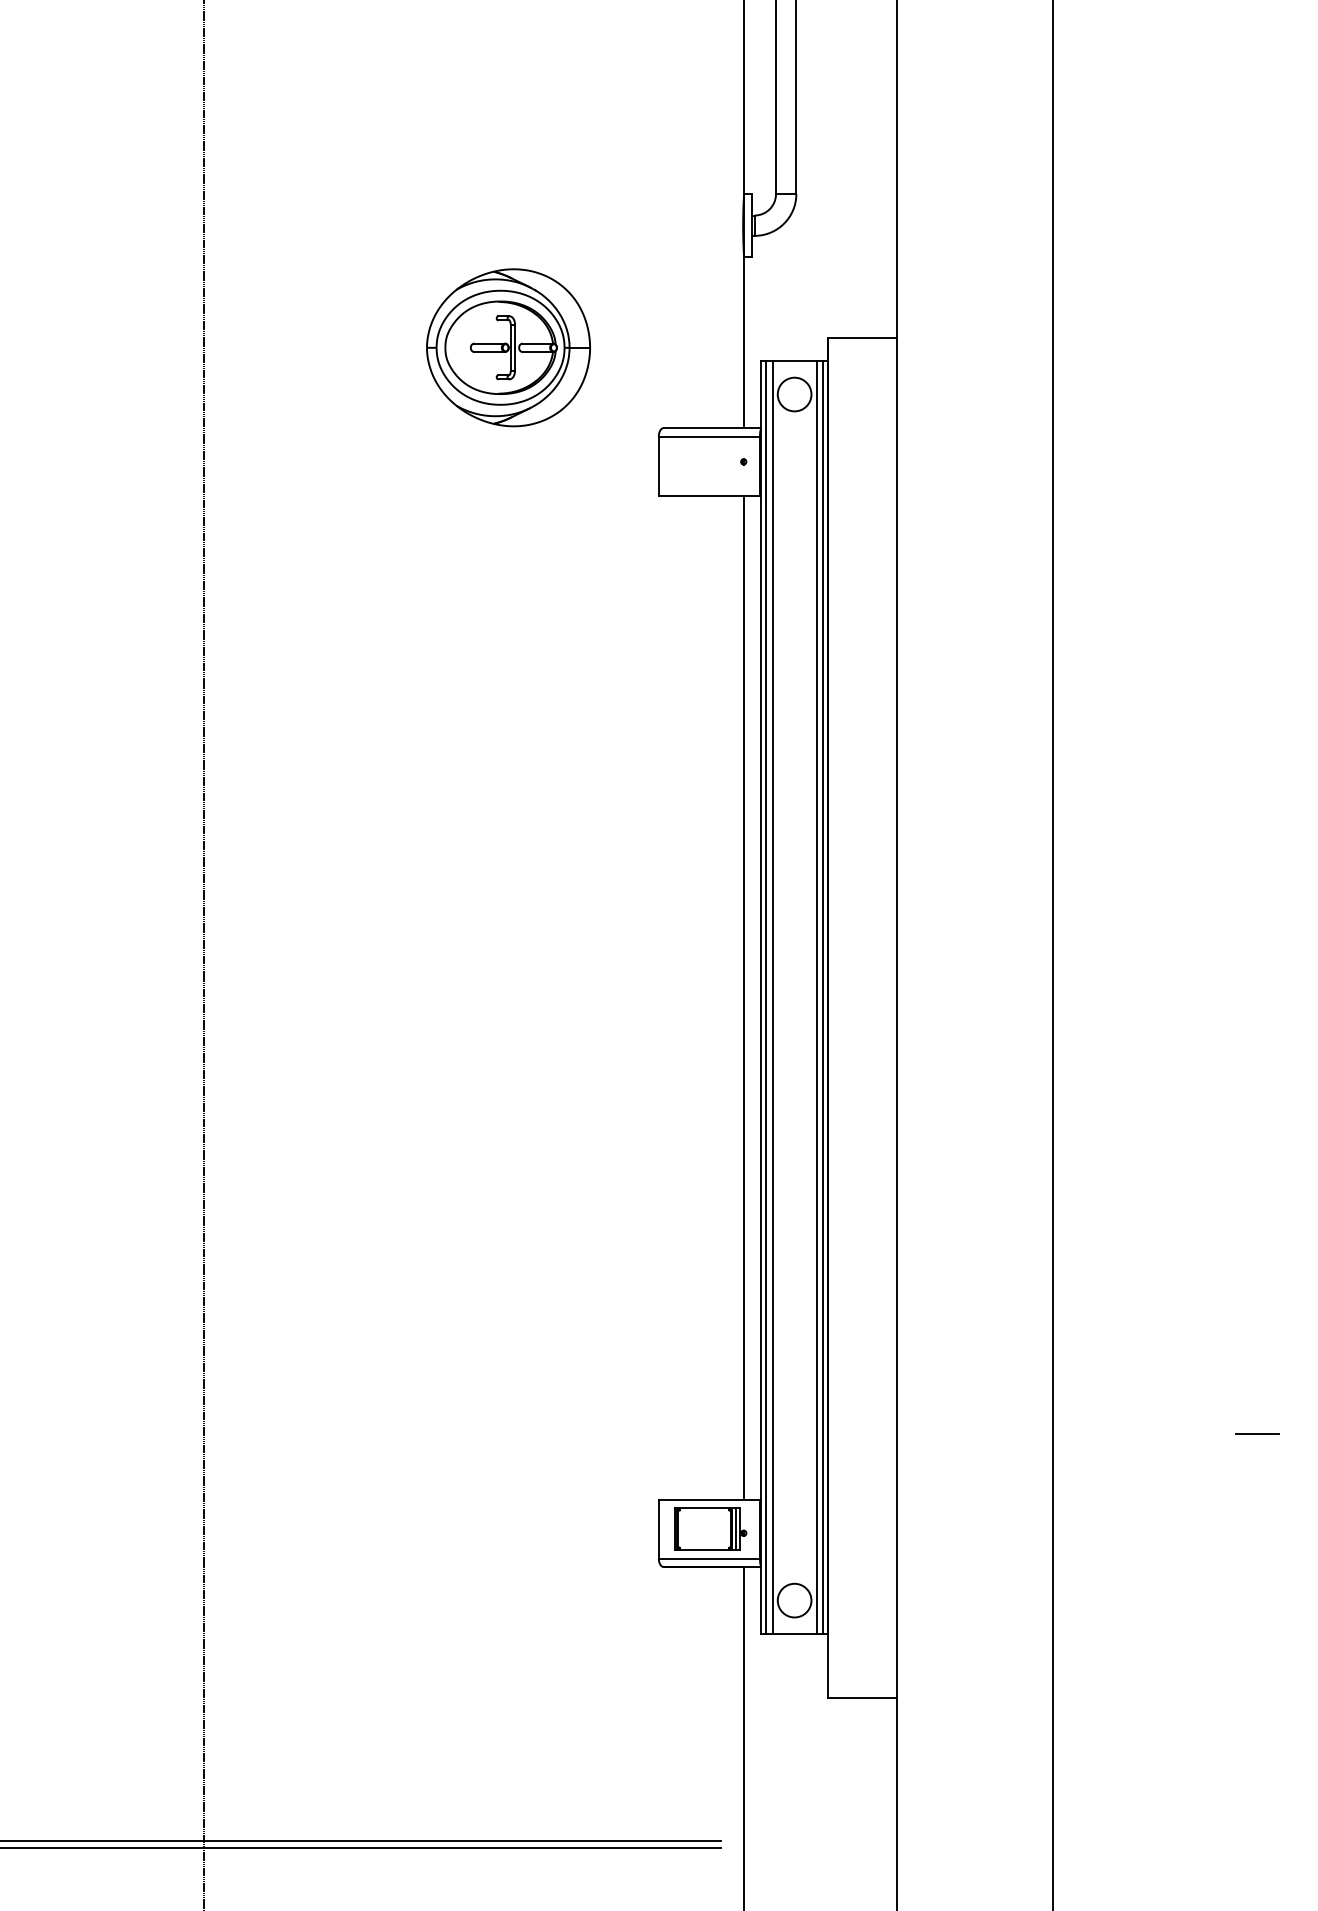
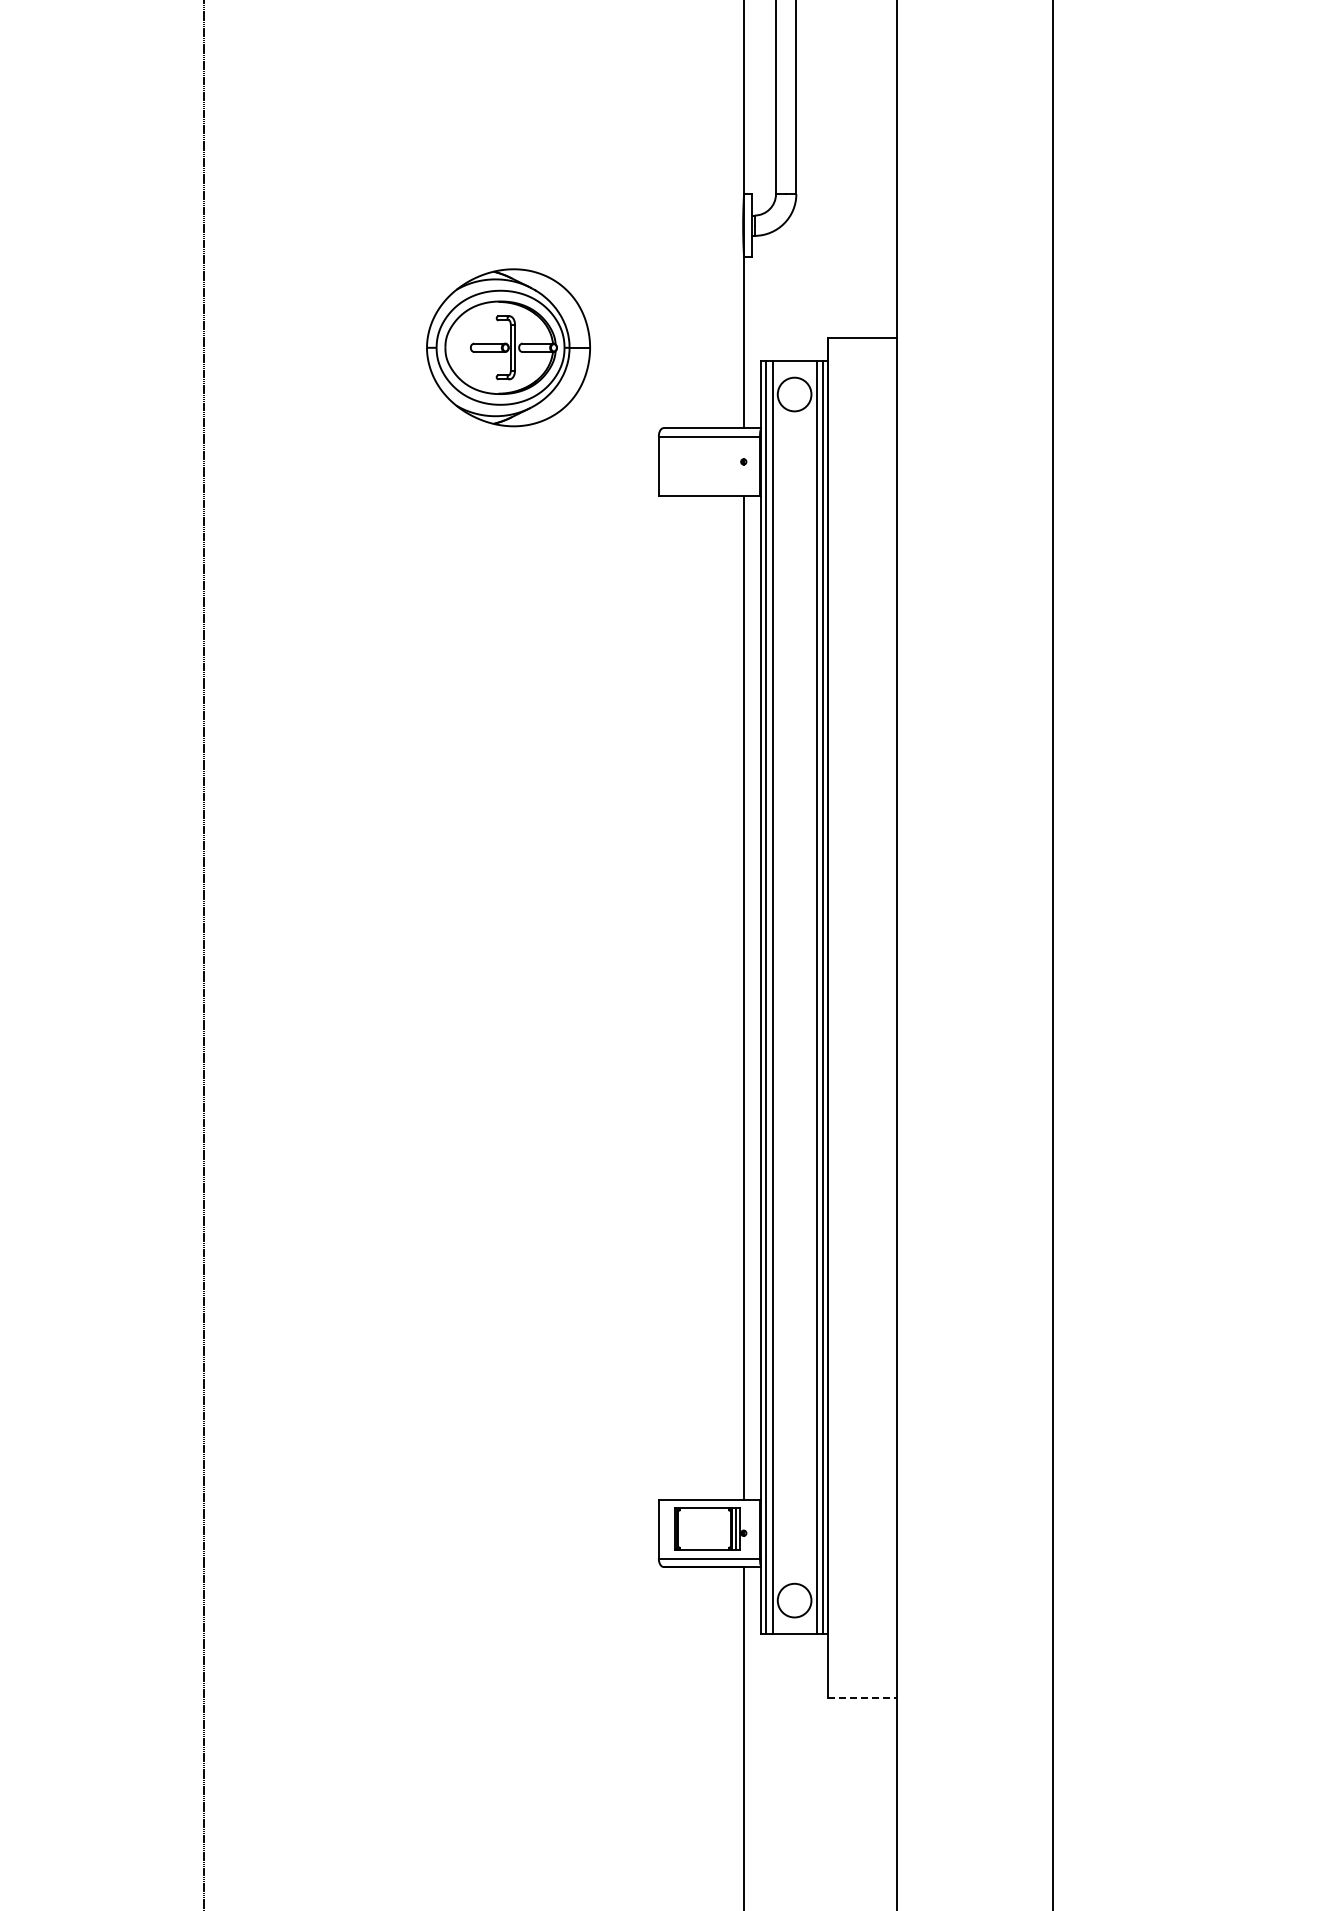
line at (1257, 1433): present -> none
line at (863, 1697): solid -> dashed
line at (361, 1841): present -> none
line at (361, 1848): present -> none
